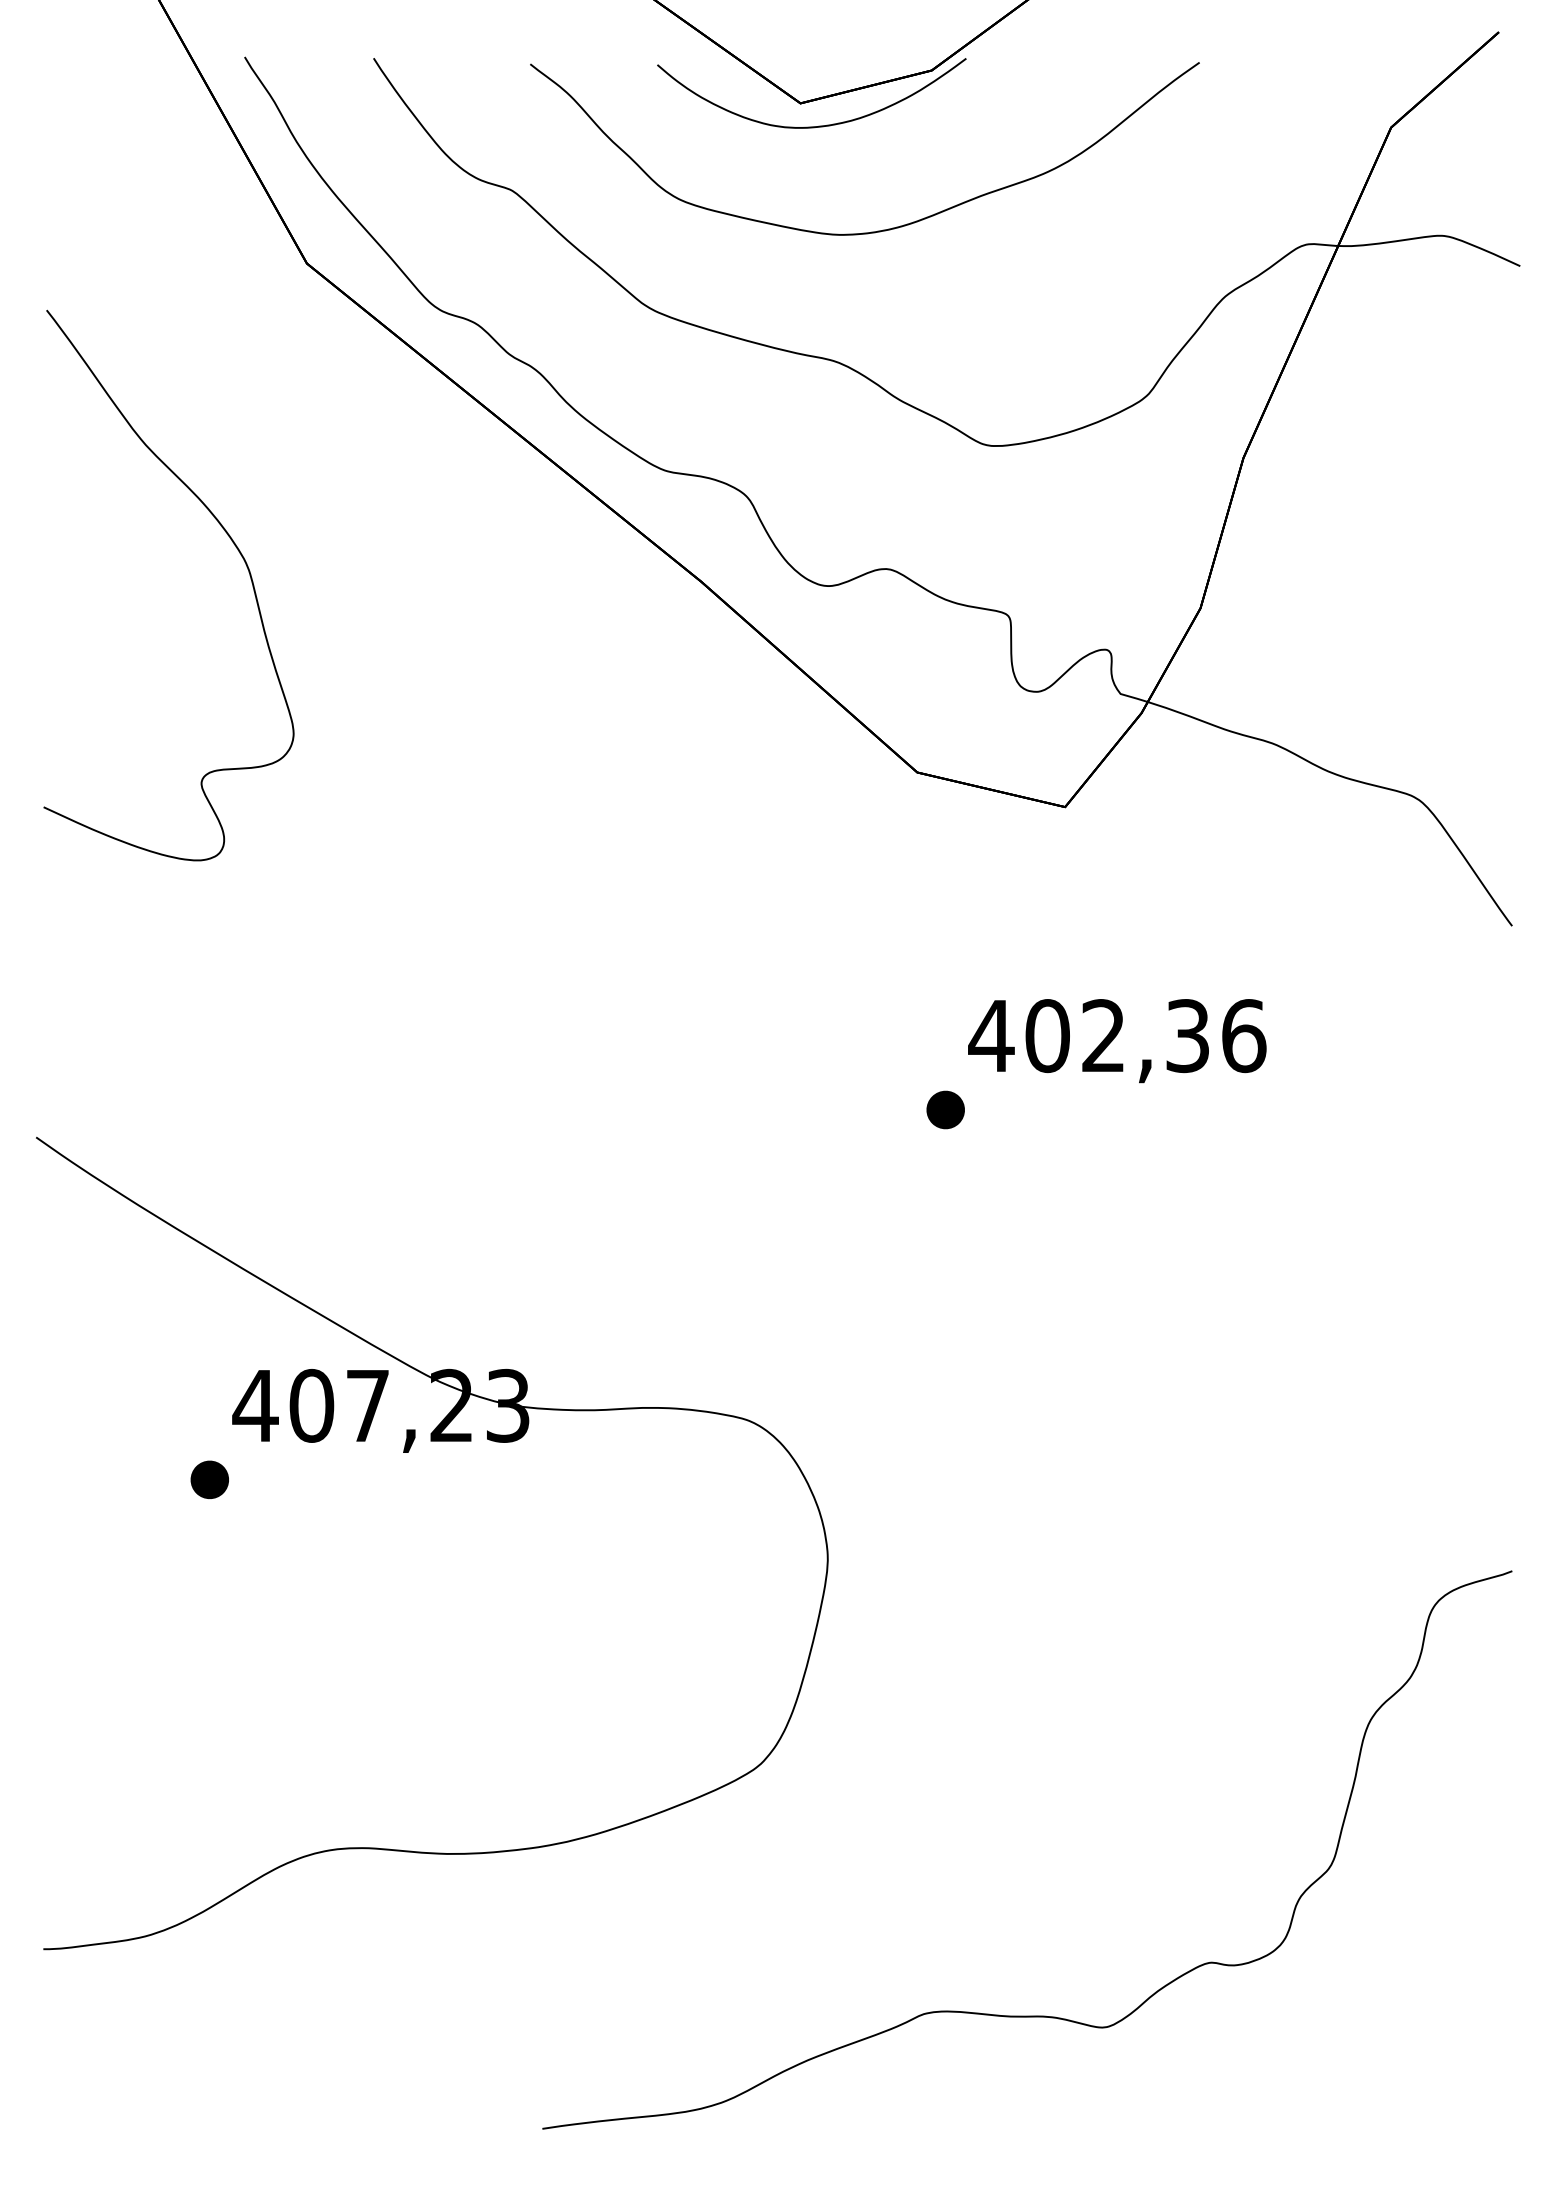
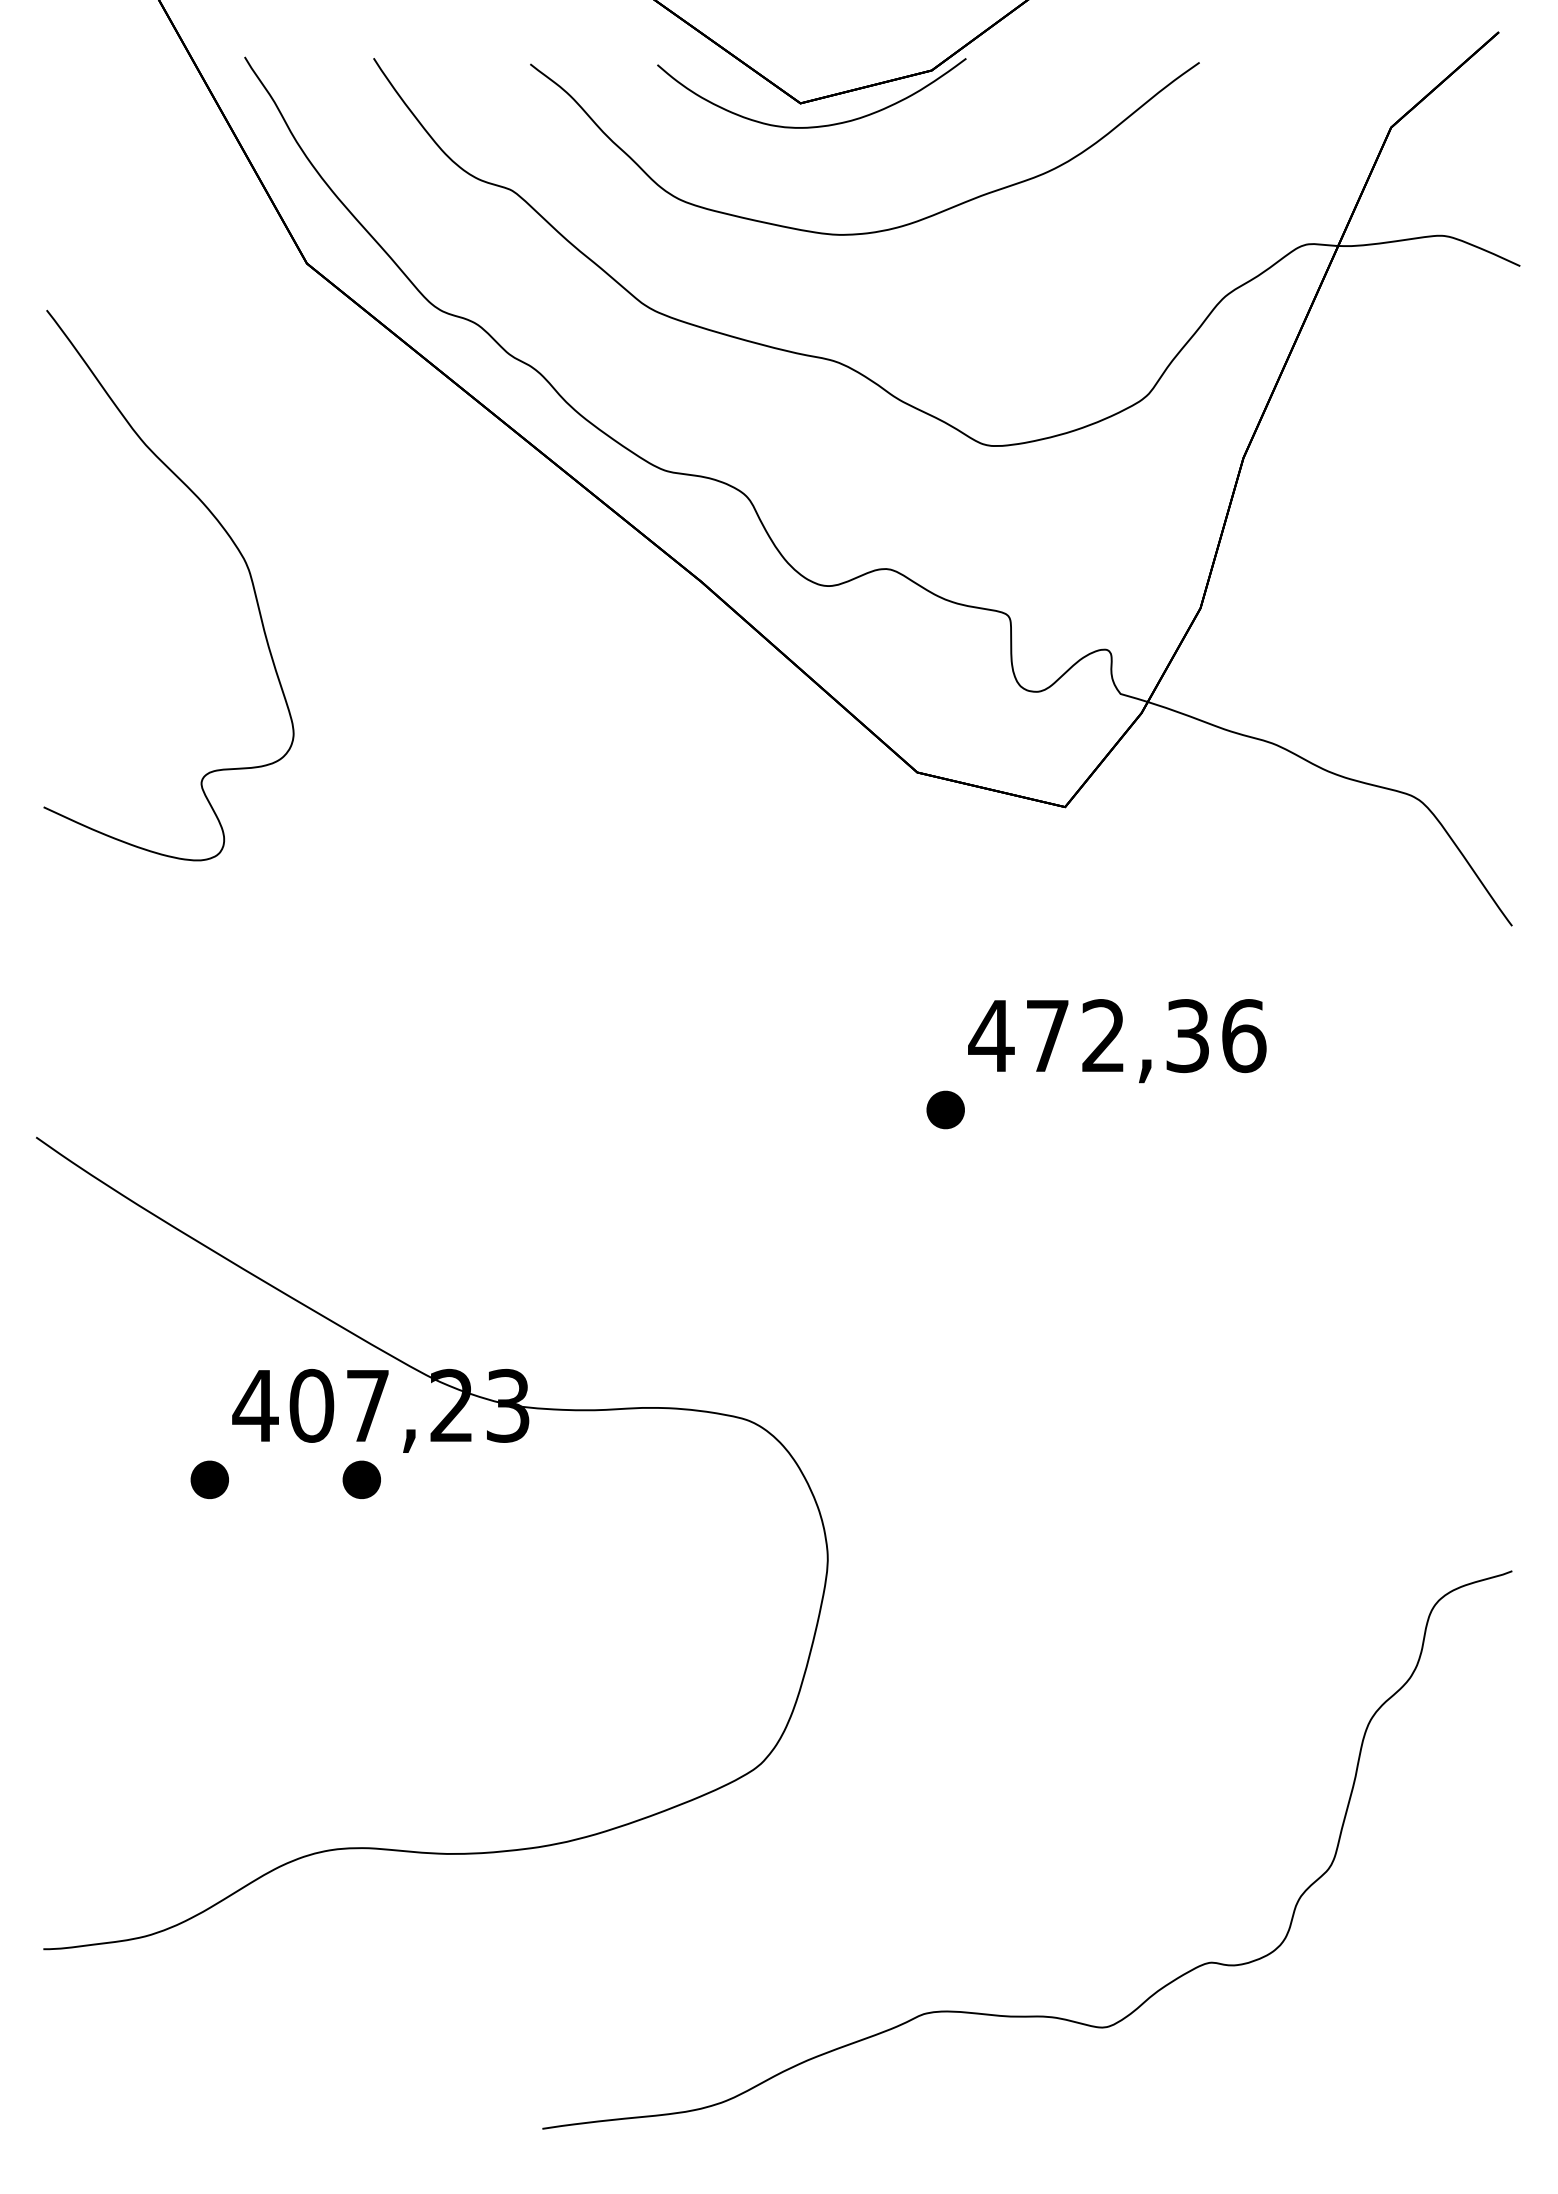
text at (1047, 1036): 402,36 -> 472,36
part at (361, 1479): none -> present
